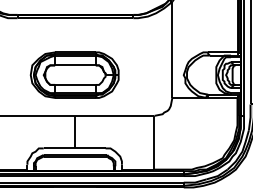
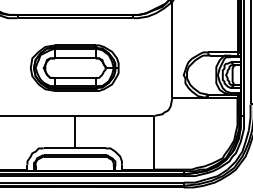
part at (74, 74) position: (74, 74) -> (74, 67)
